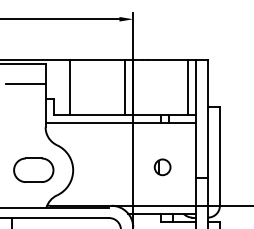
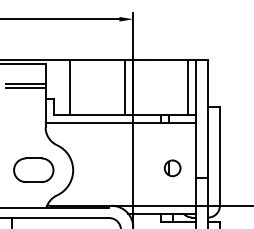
line at (25, 87): none -> present
part at (162, 167) position: (162, 167) -> (172, 168)
